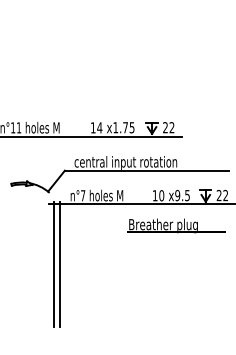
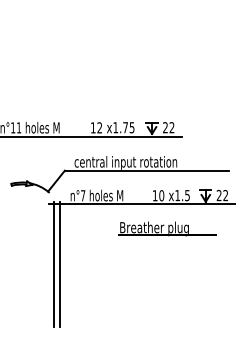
text at (99, 127): 14 -> 12
text at (177, 195): x9.5 -> x1.5
part at (176, 225) position: (176, 225) -> (167, 228)
